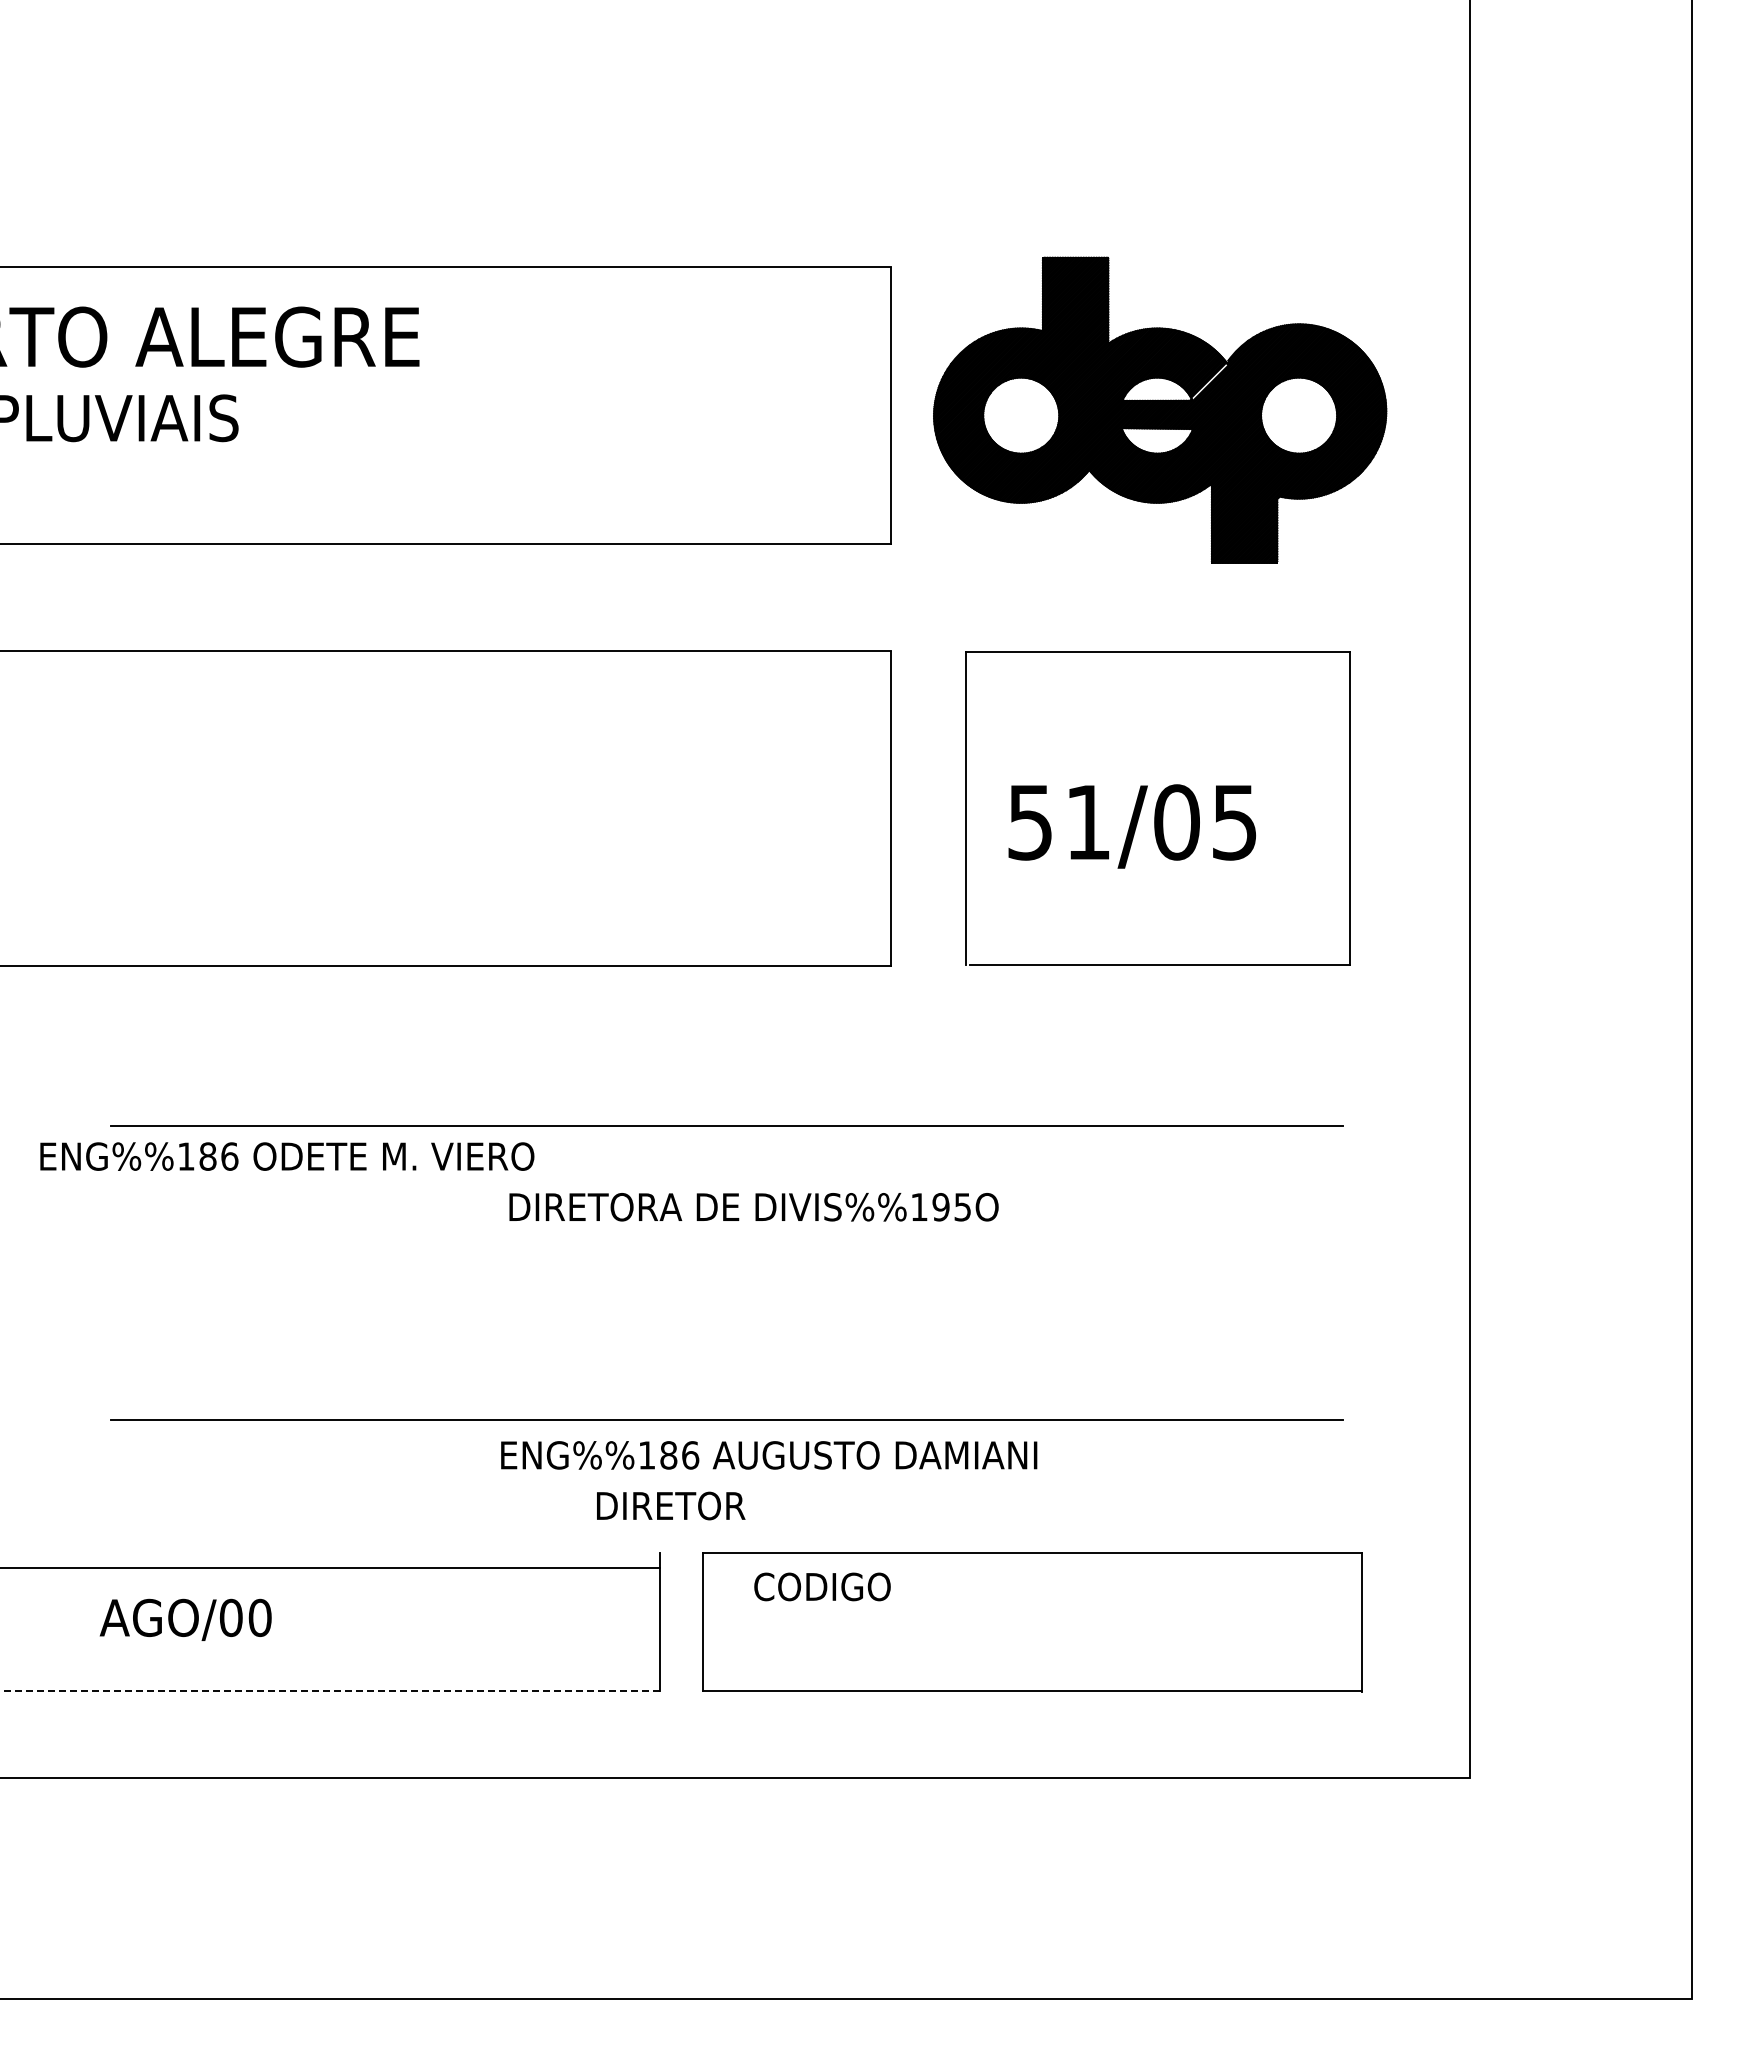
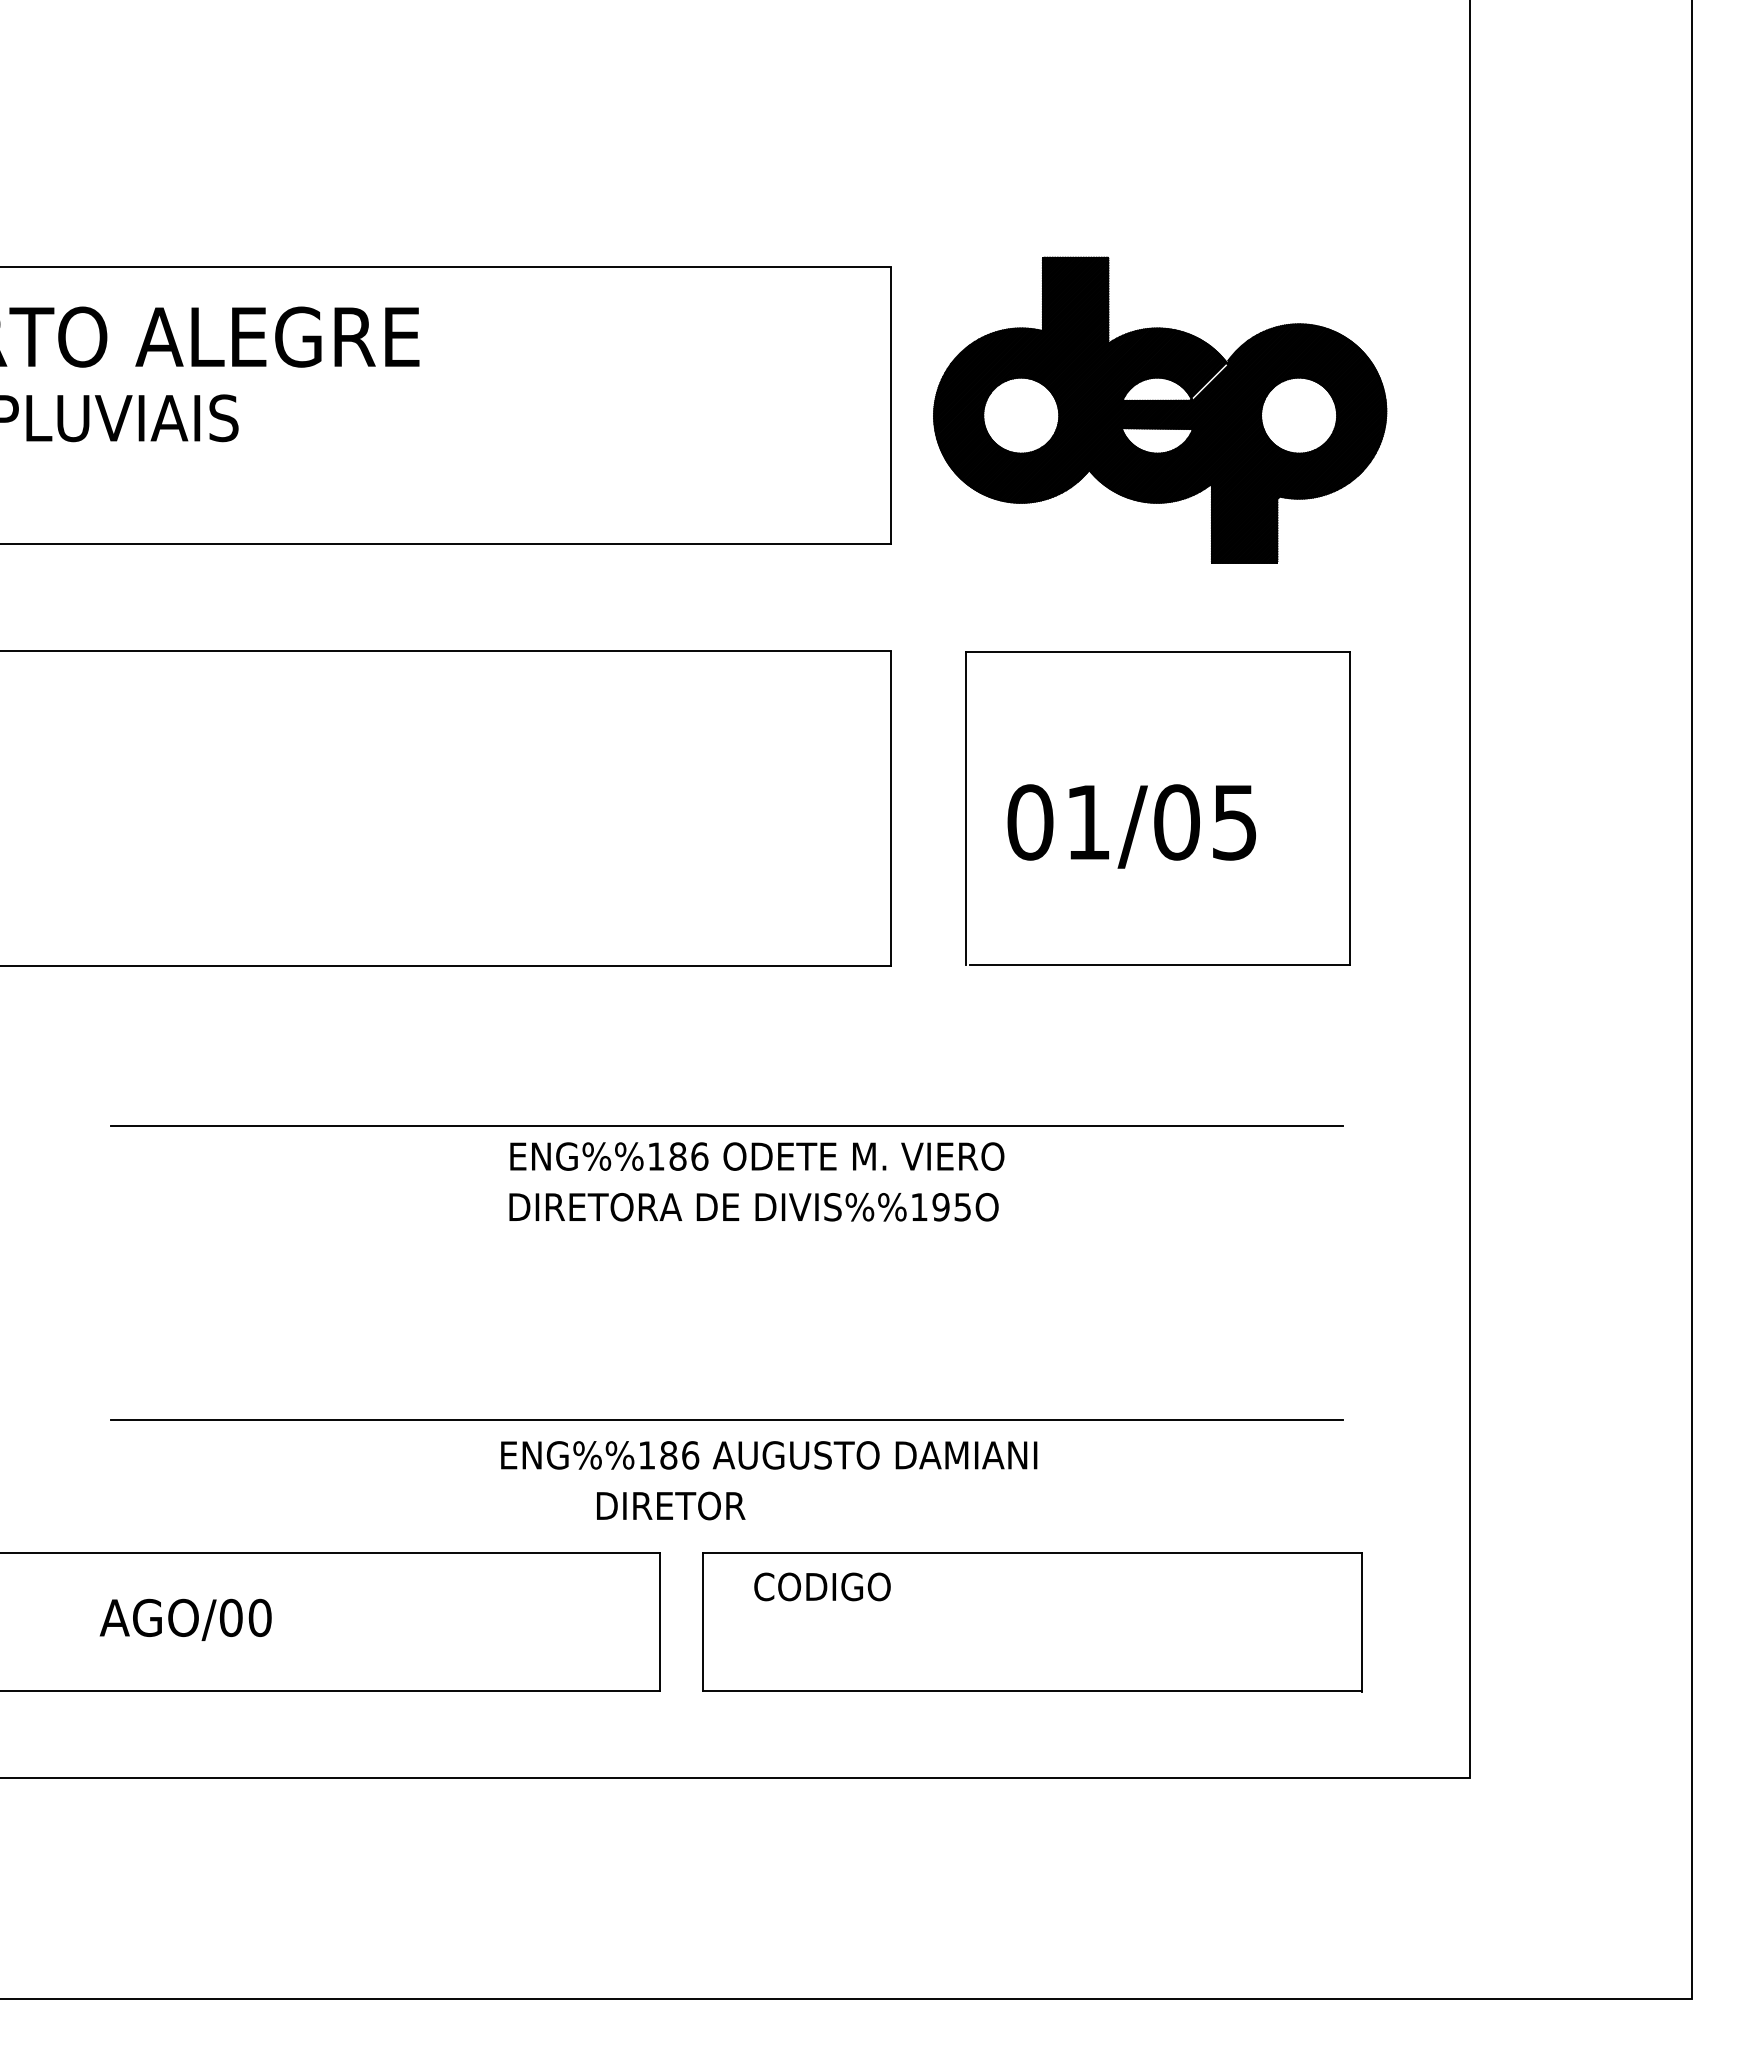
text at (1030, 822): 51/05 -> 01/05
text at (287, 1156) position: (287, 1156) -> (757, 1156)
line at (330, 1568) position: (330, 1568) -> (330, 1553)
line at (330, 1691): dashed -> solid
